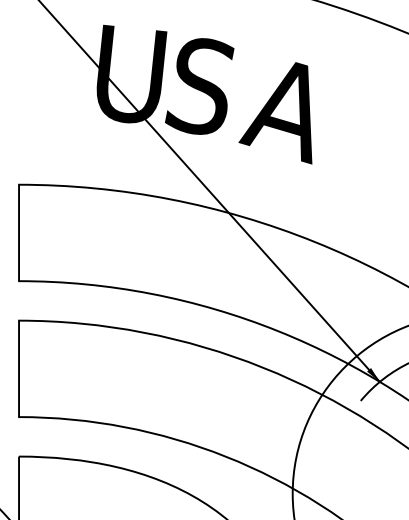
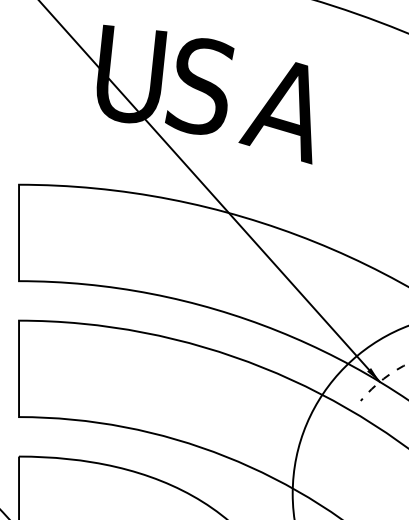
arc at (382, 380): solid -> dashed
